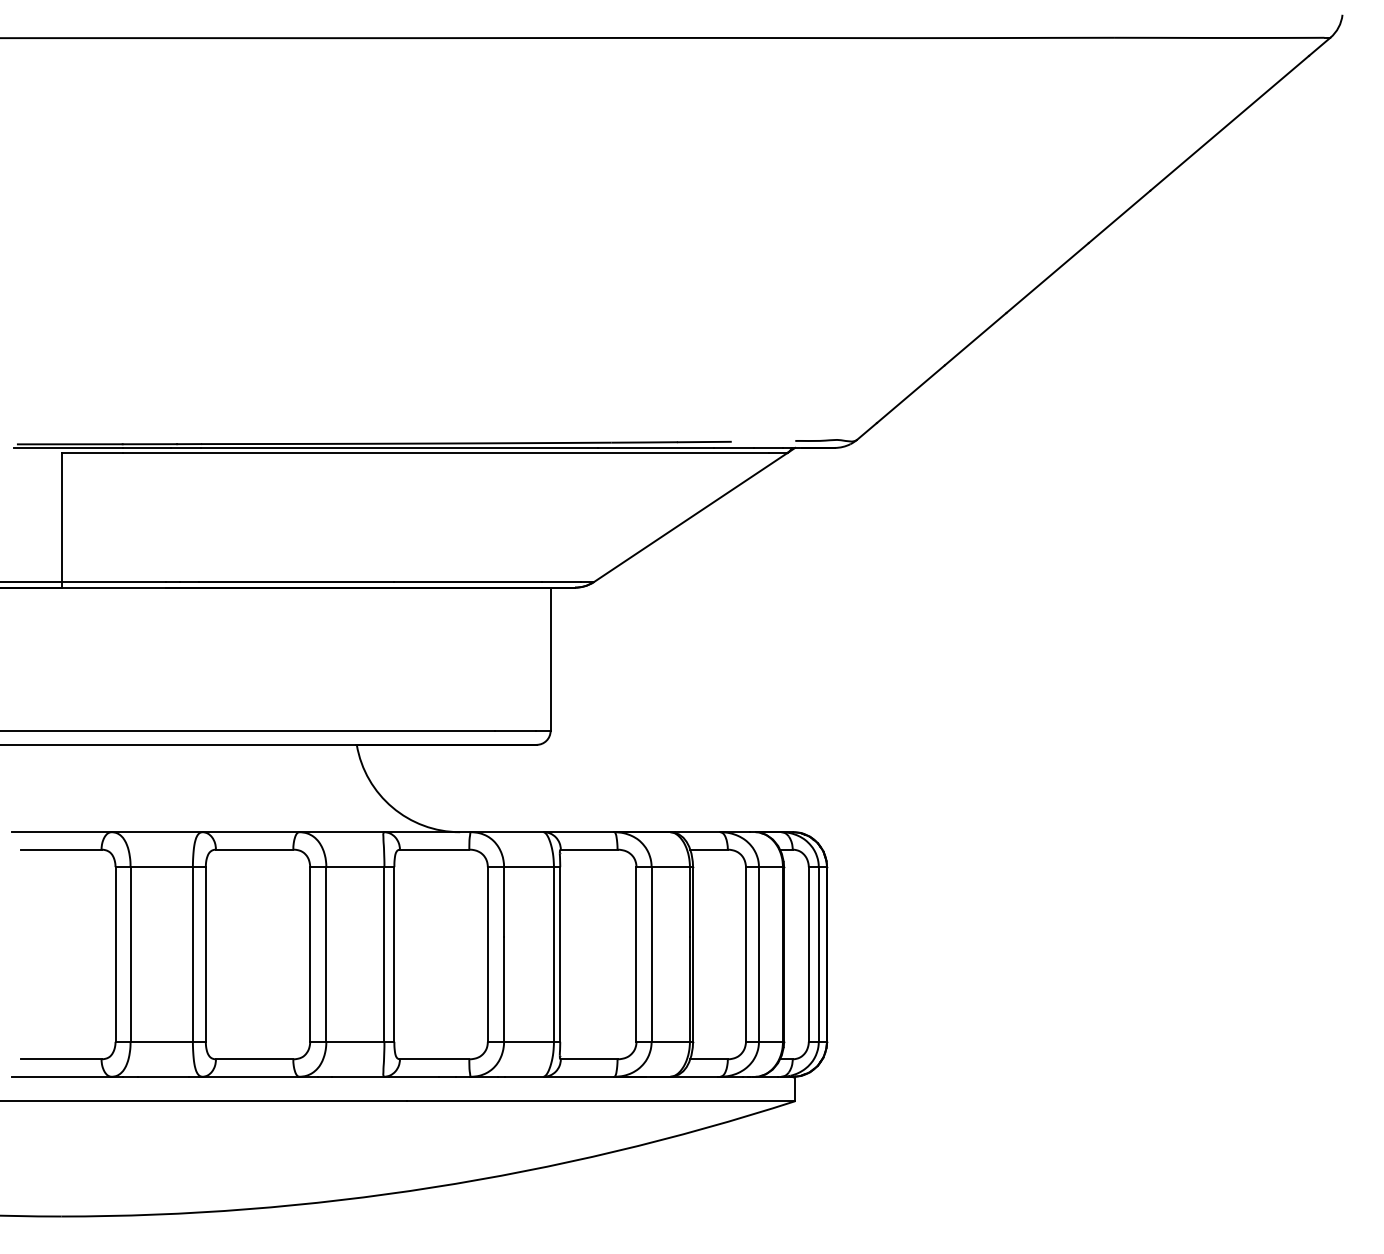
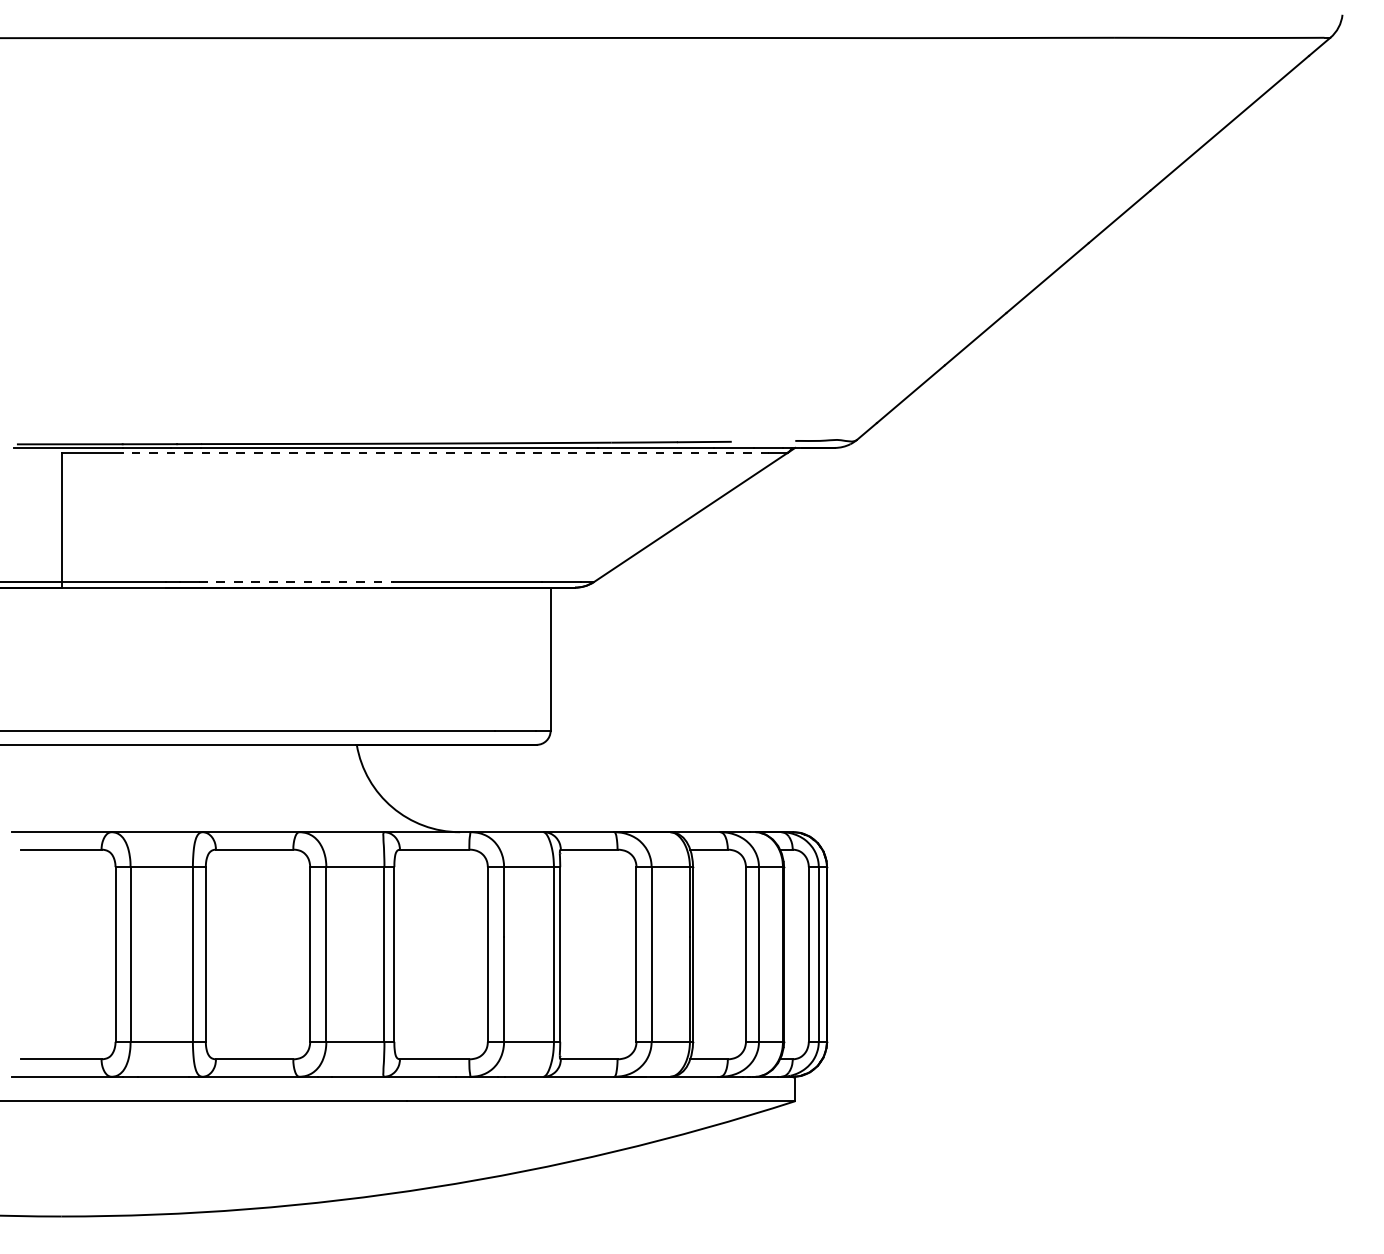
line at (445, 453): solid -> dashed
line at (296, 581): solid -> dashed
